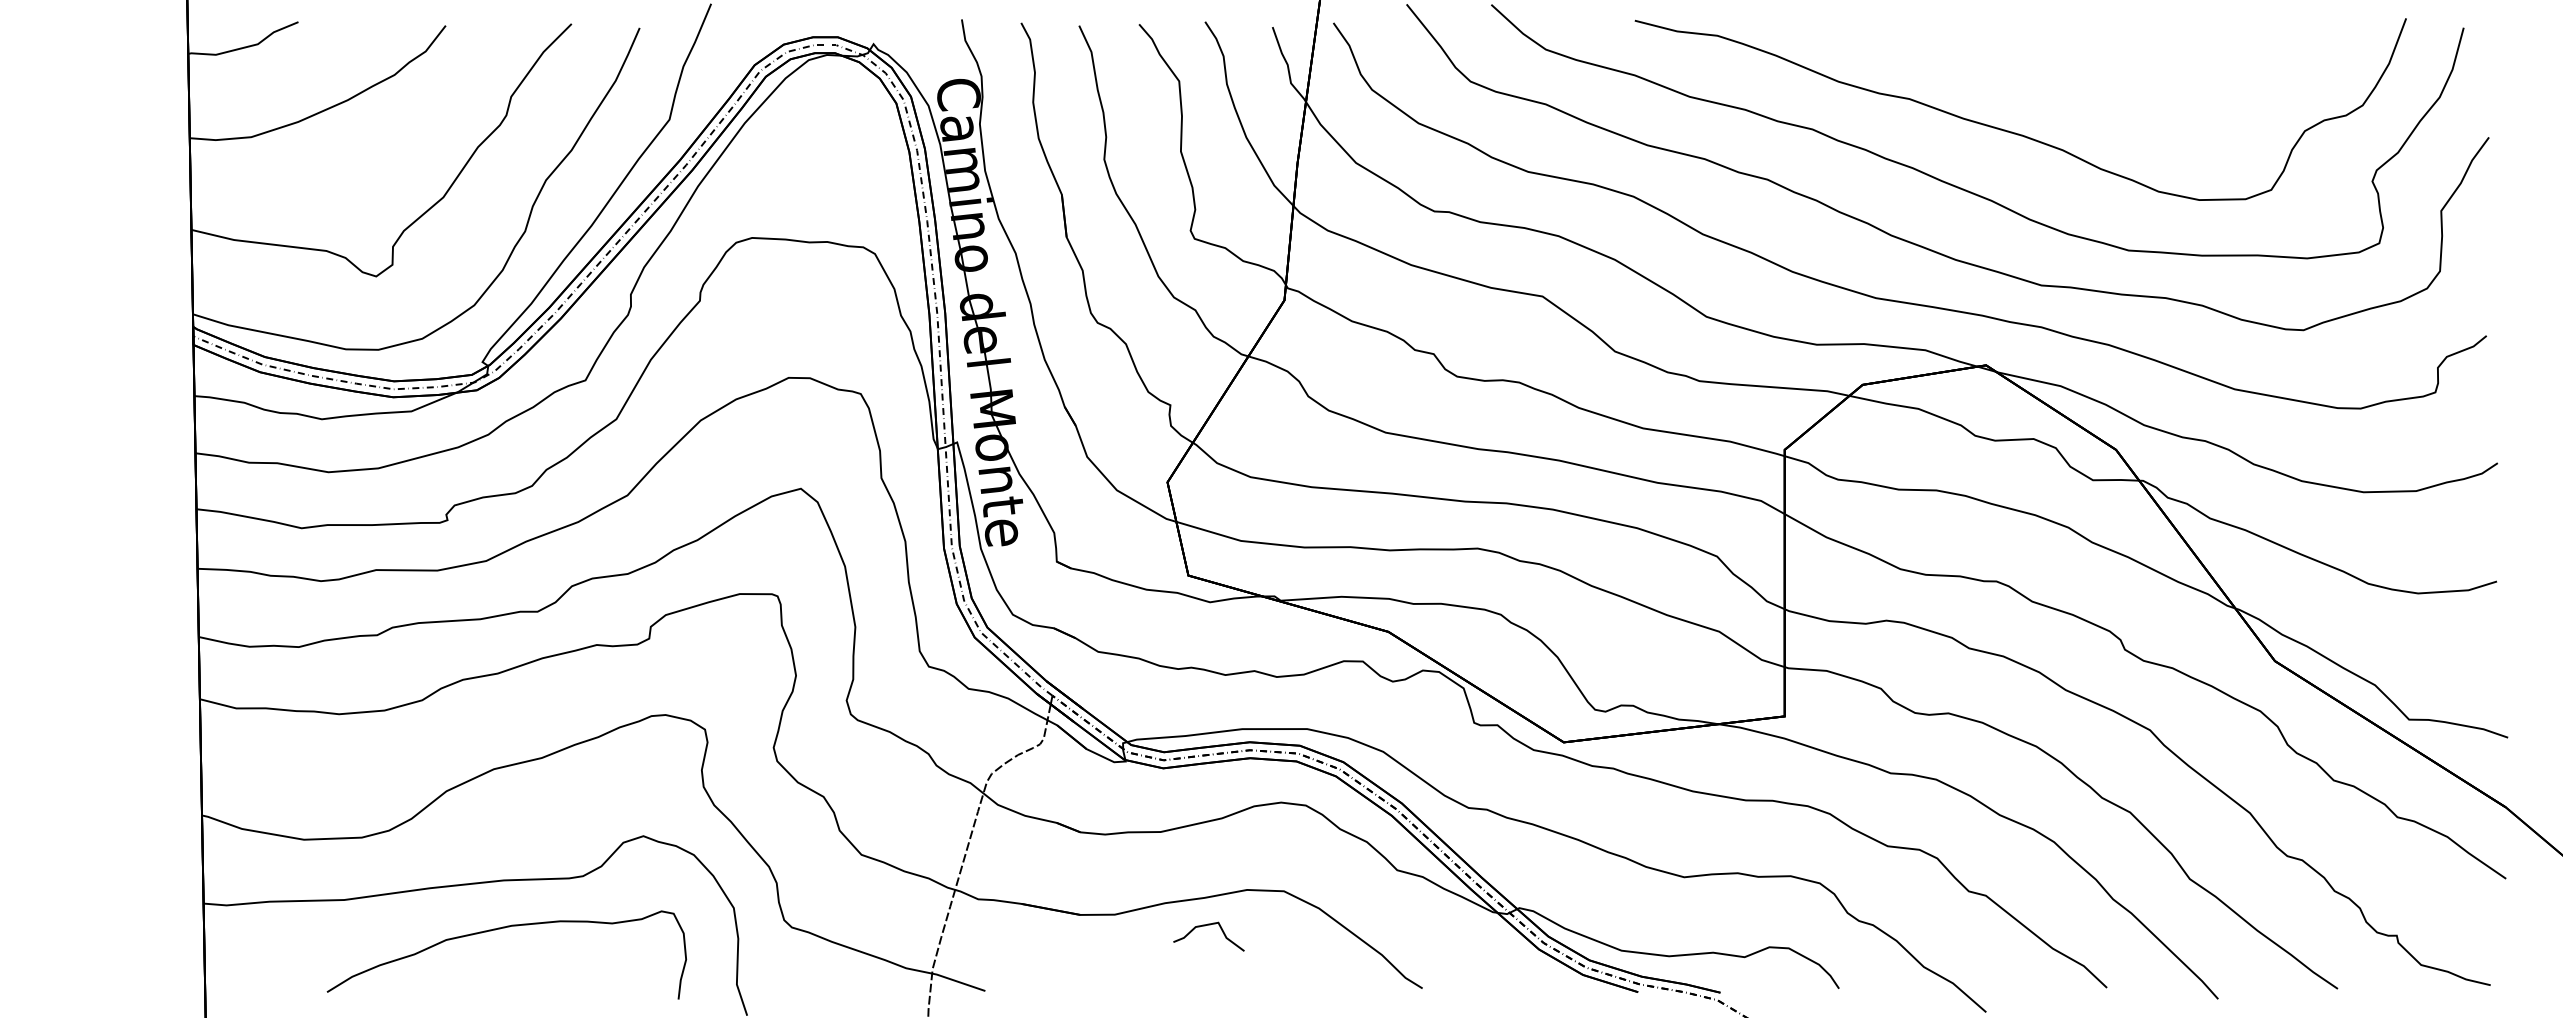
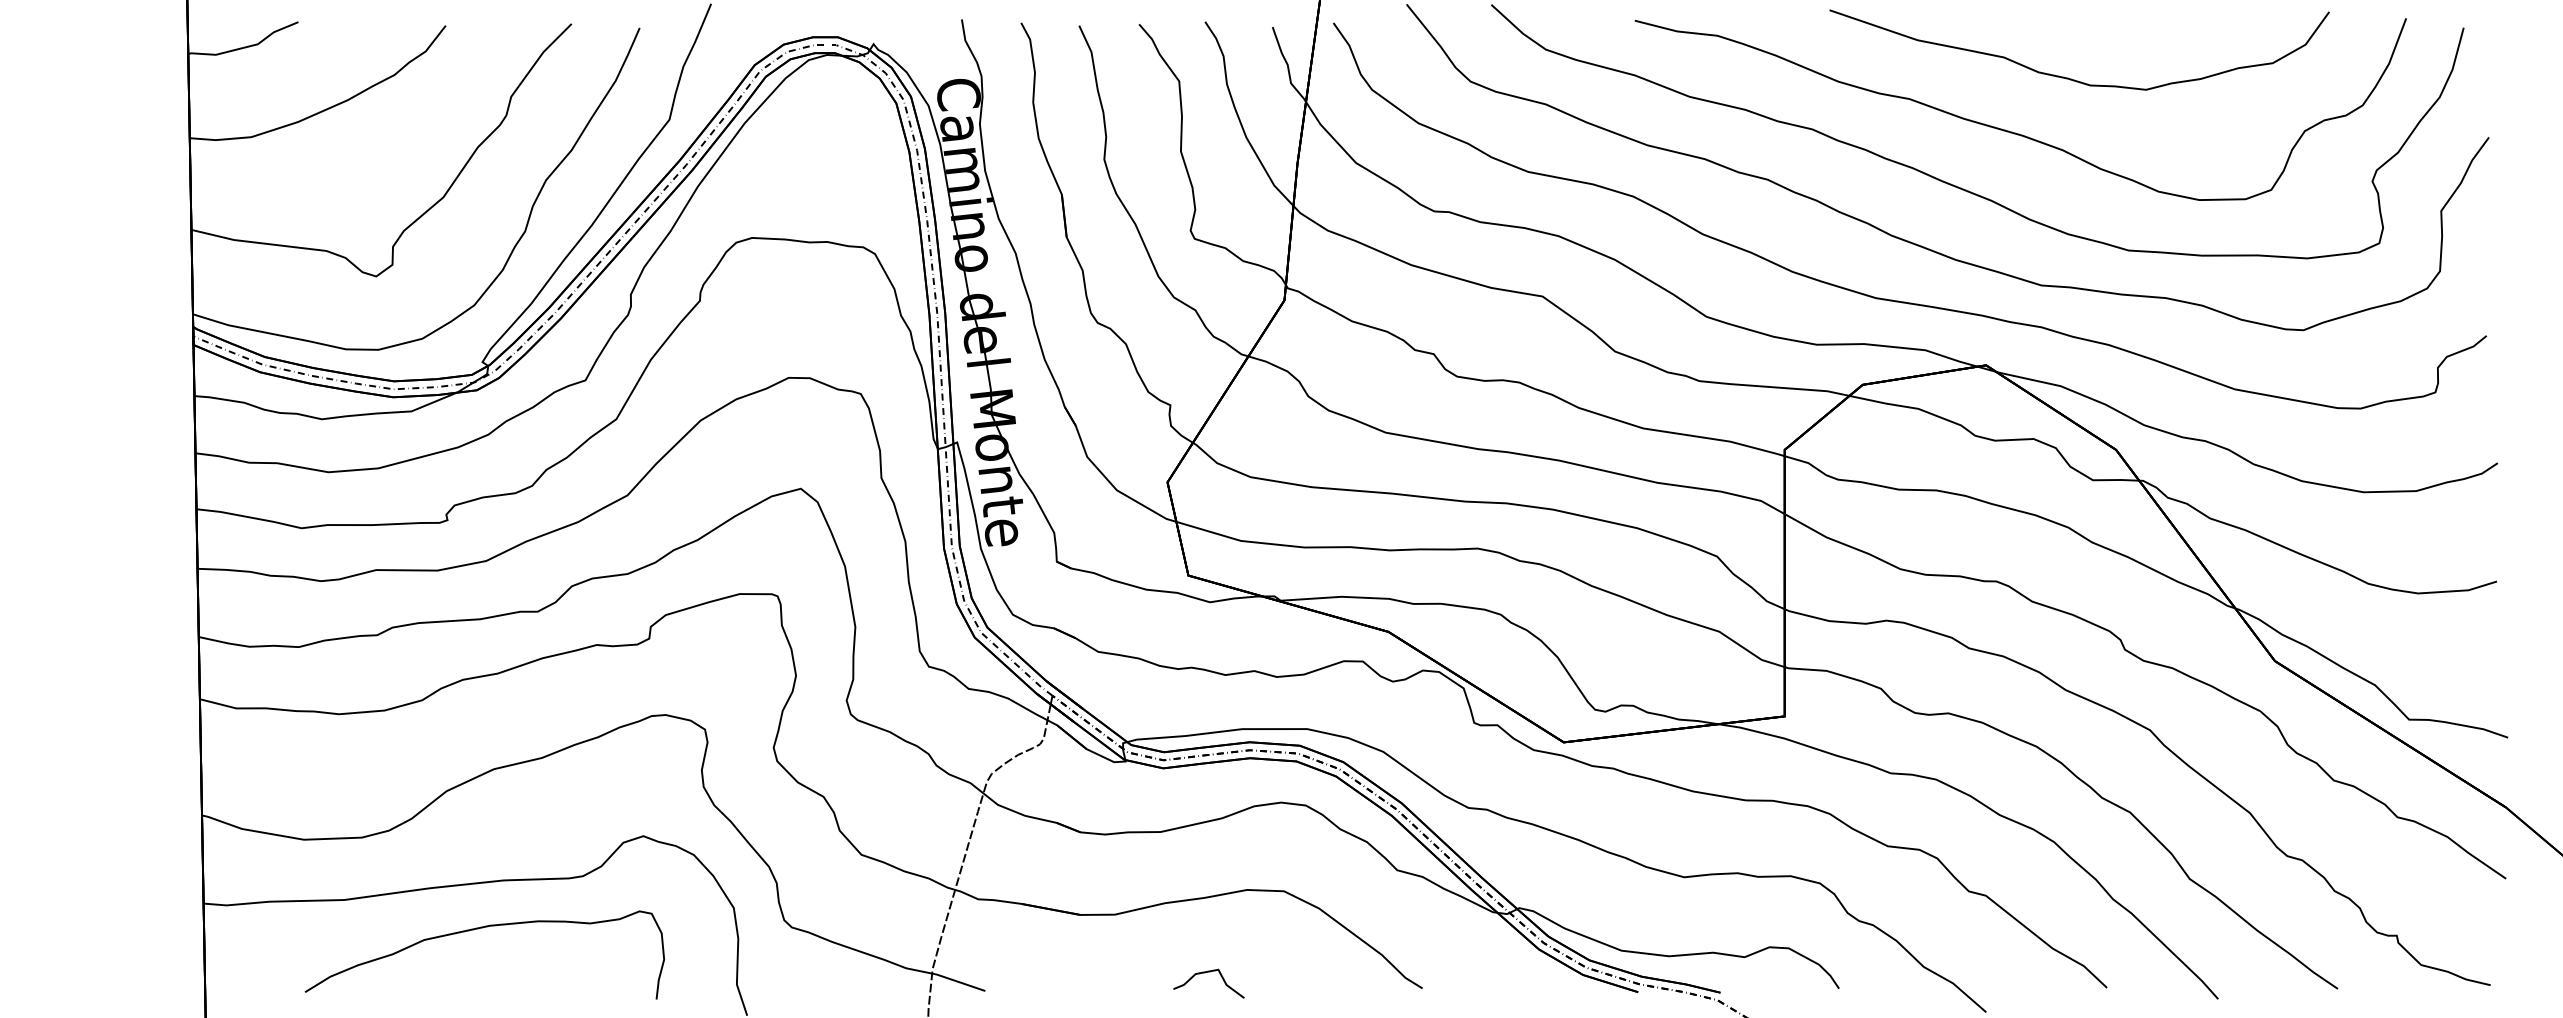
curve at (2068, 77): none -> present
curve at (1205, 926) position: (1205, 926) -> (1205, 973)
curve at (500, 929) position: (500, 929) -> (478, 929)
